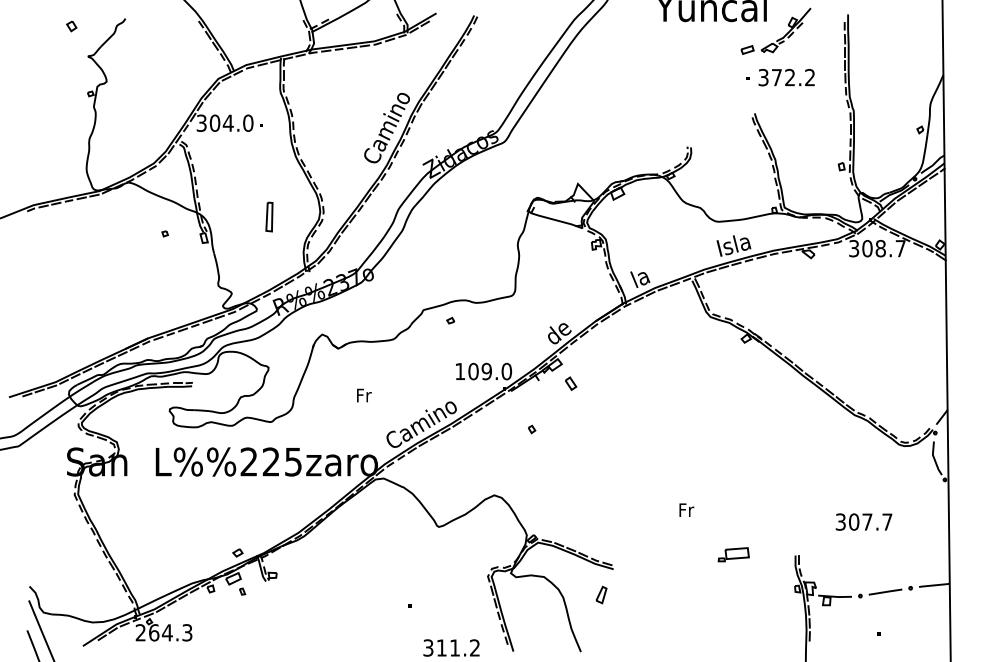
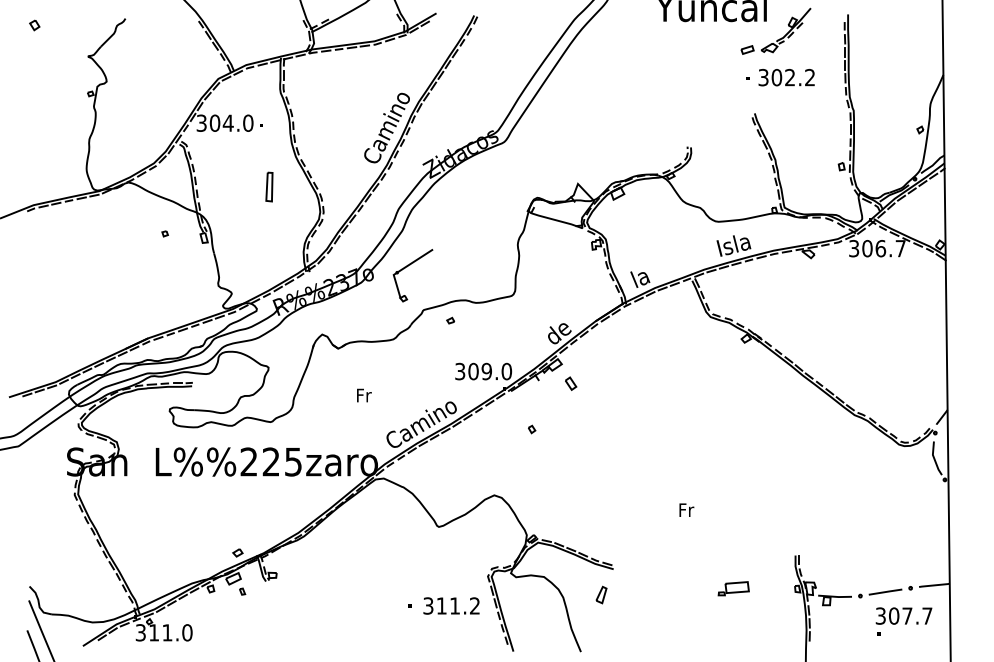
part at (71, 26) position: (71, 26) -> (34, 25)
text at (776, 77): 372.2 -> 302.2
part at (269, 216) position: (269, 216) -> (269, 186)
text at (880, 248): 308.7 -> 306.7
part at (407, 267): none -> present
text at (460, 371): 109.0 -> 309.0
text at (863, 521) position: (863, 521) -> (903, 615)
part at (733, 554) position: (733, 554) -> (733, 588)
text at (163, 632): 264.3 -> 311.0
text at (451, 647) position: (451, 647) -> (451, 605)
